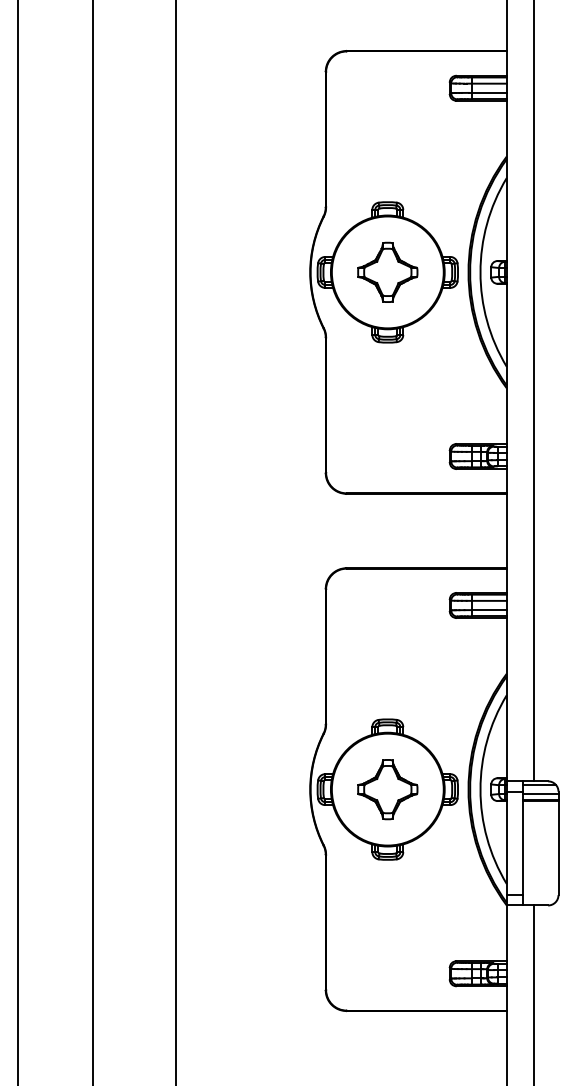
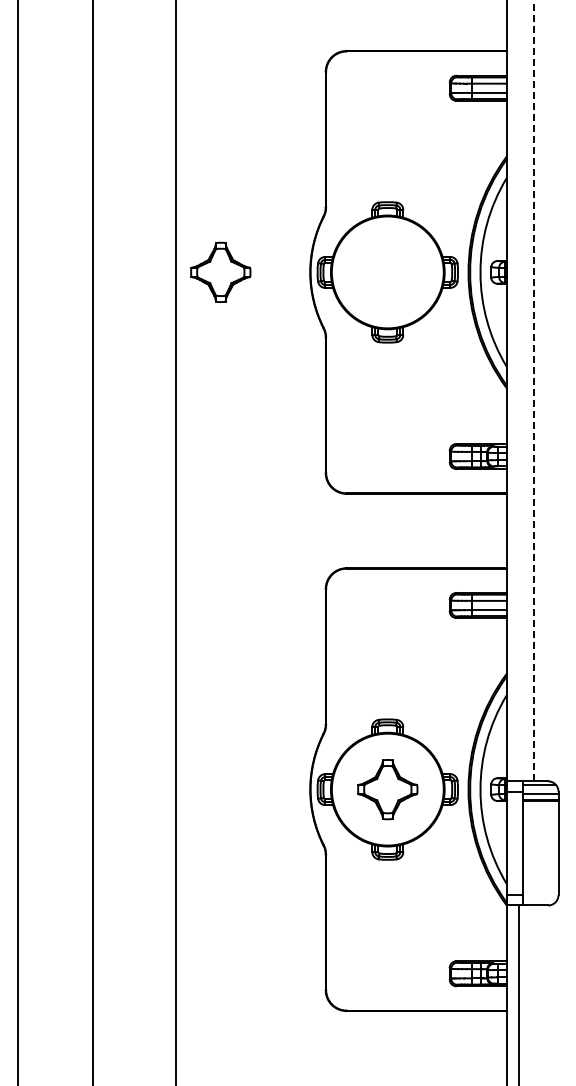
part at (387, 271) position: (387, 271) -> (220, 271)
line at (533, 390): solid -> dashed
line at (533, 993) position: (533, 993) -> (518, 993)
